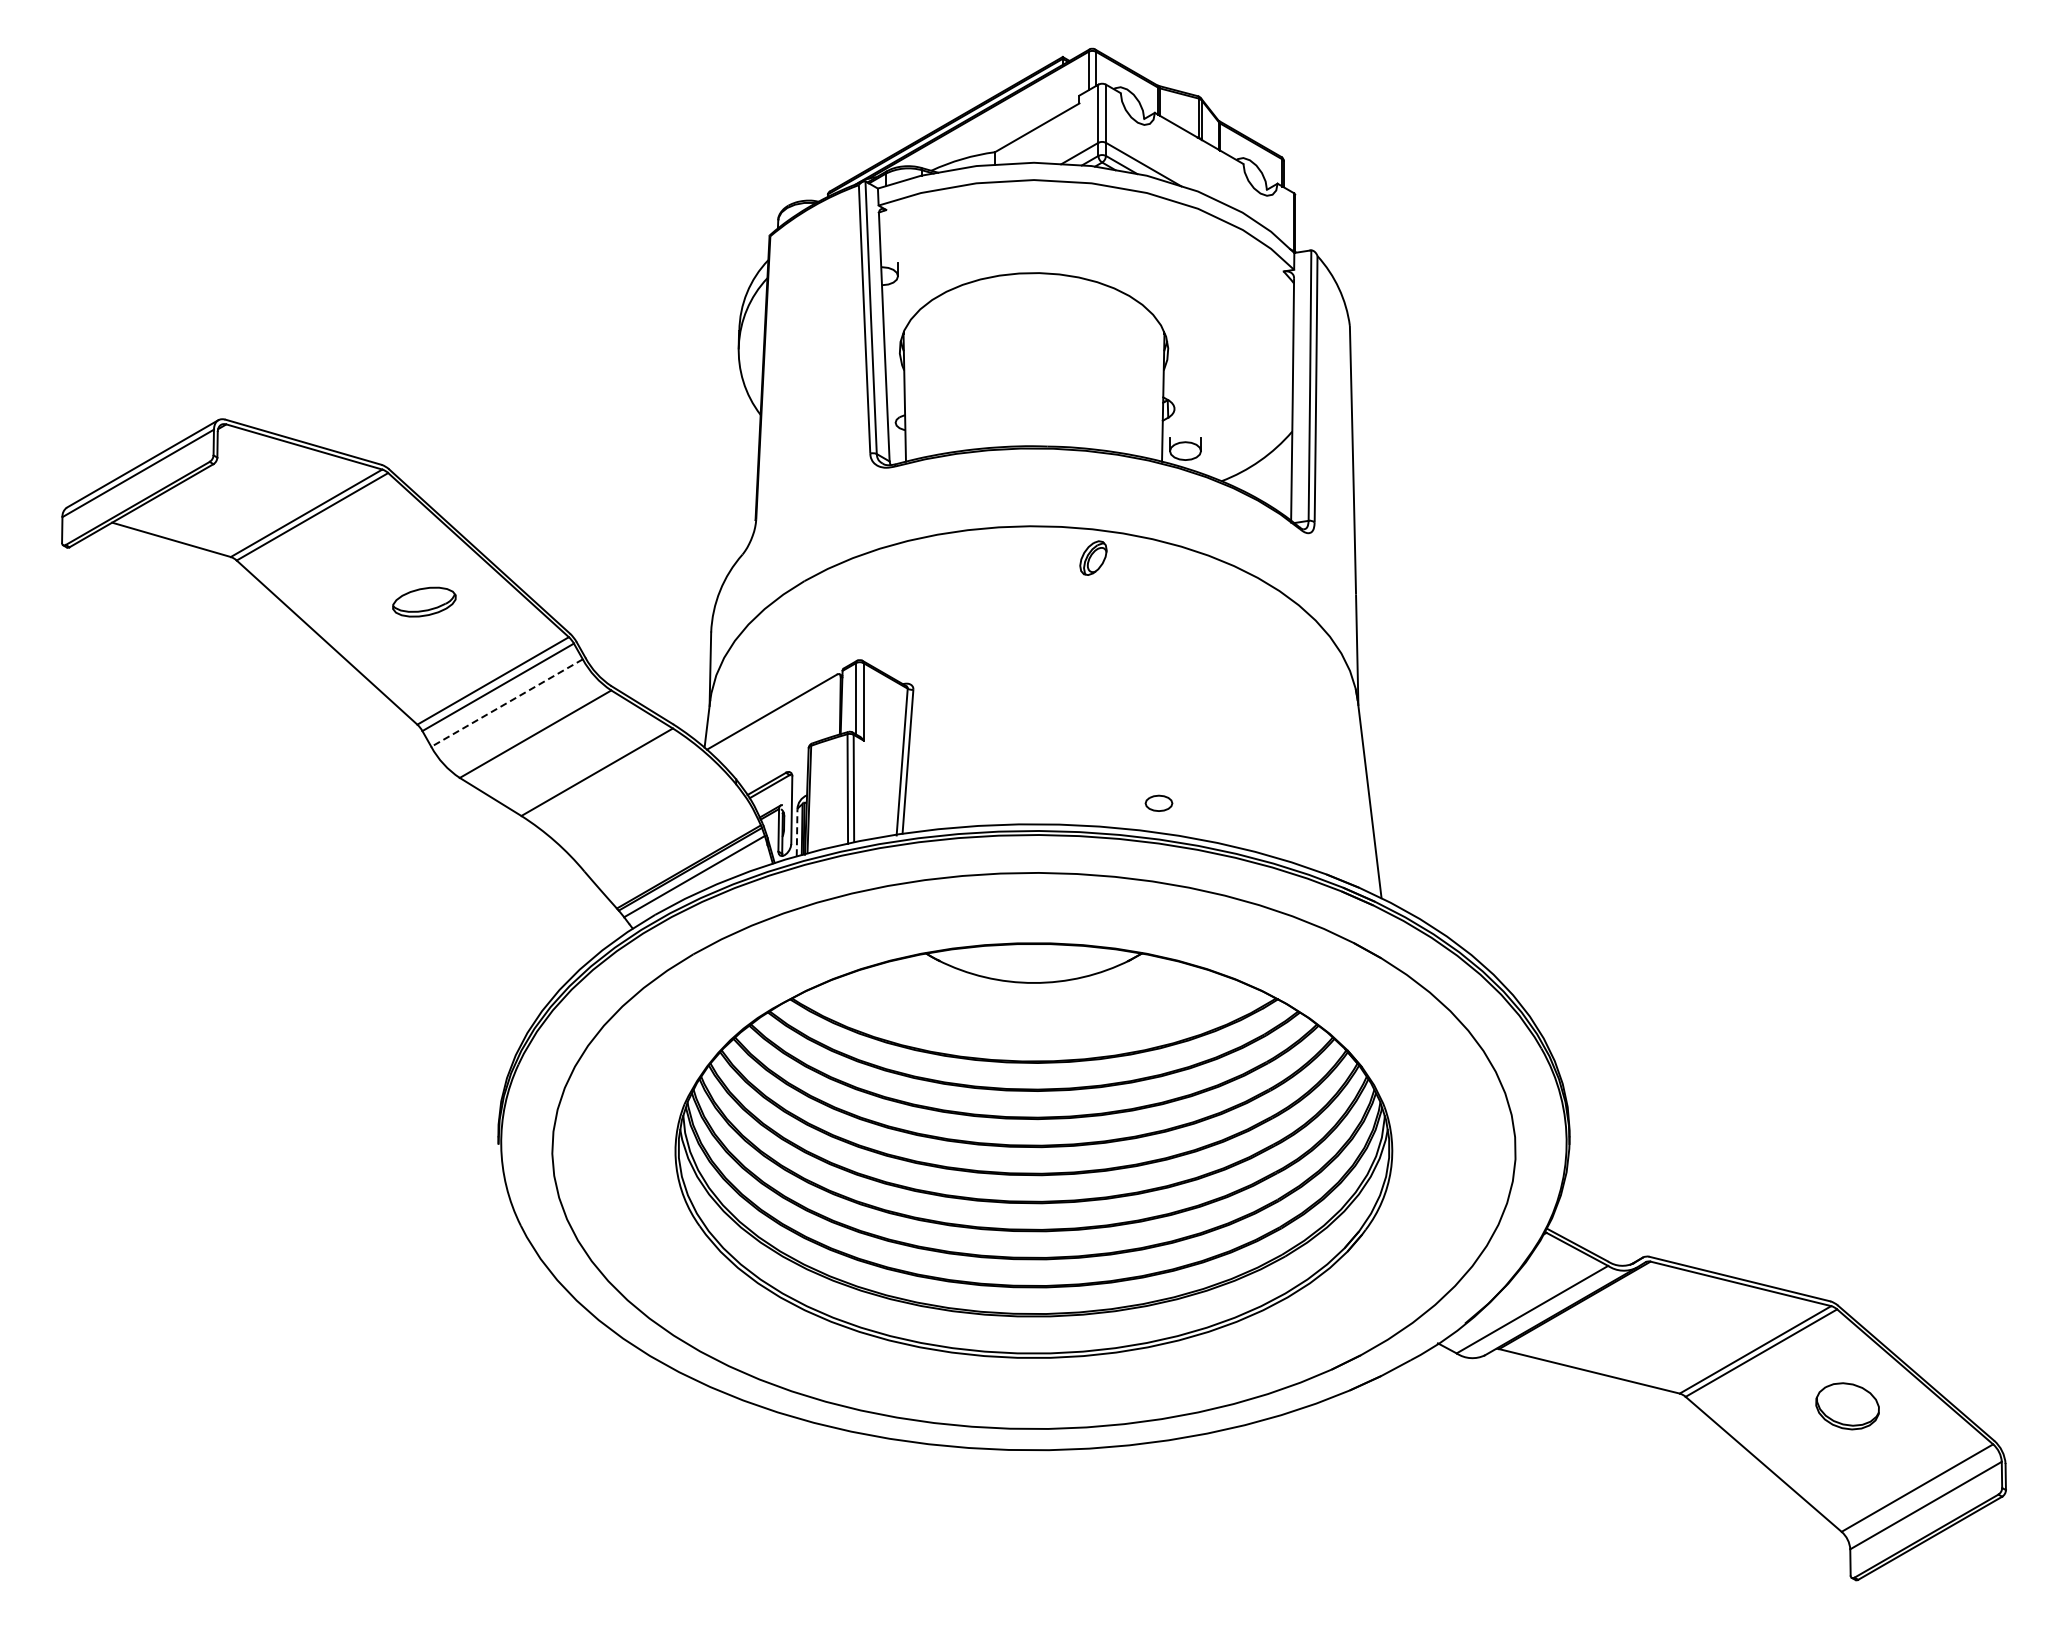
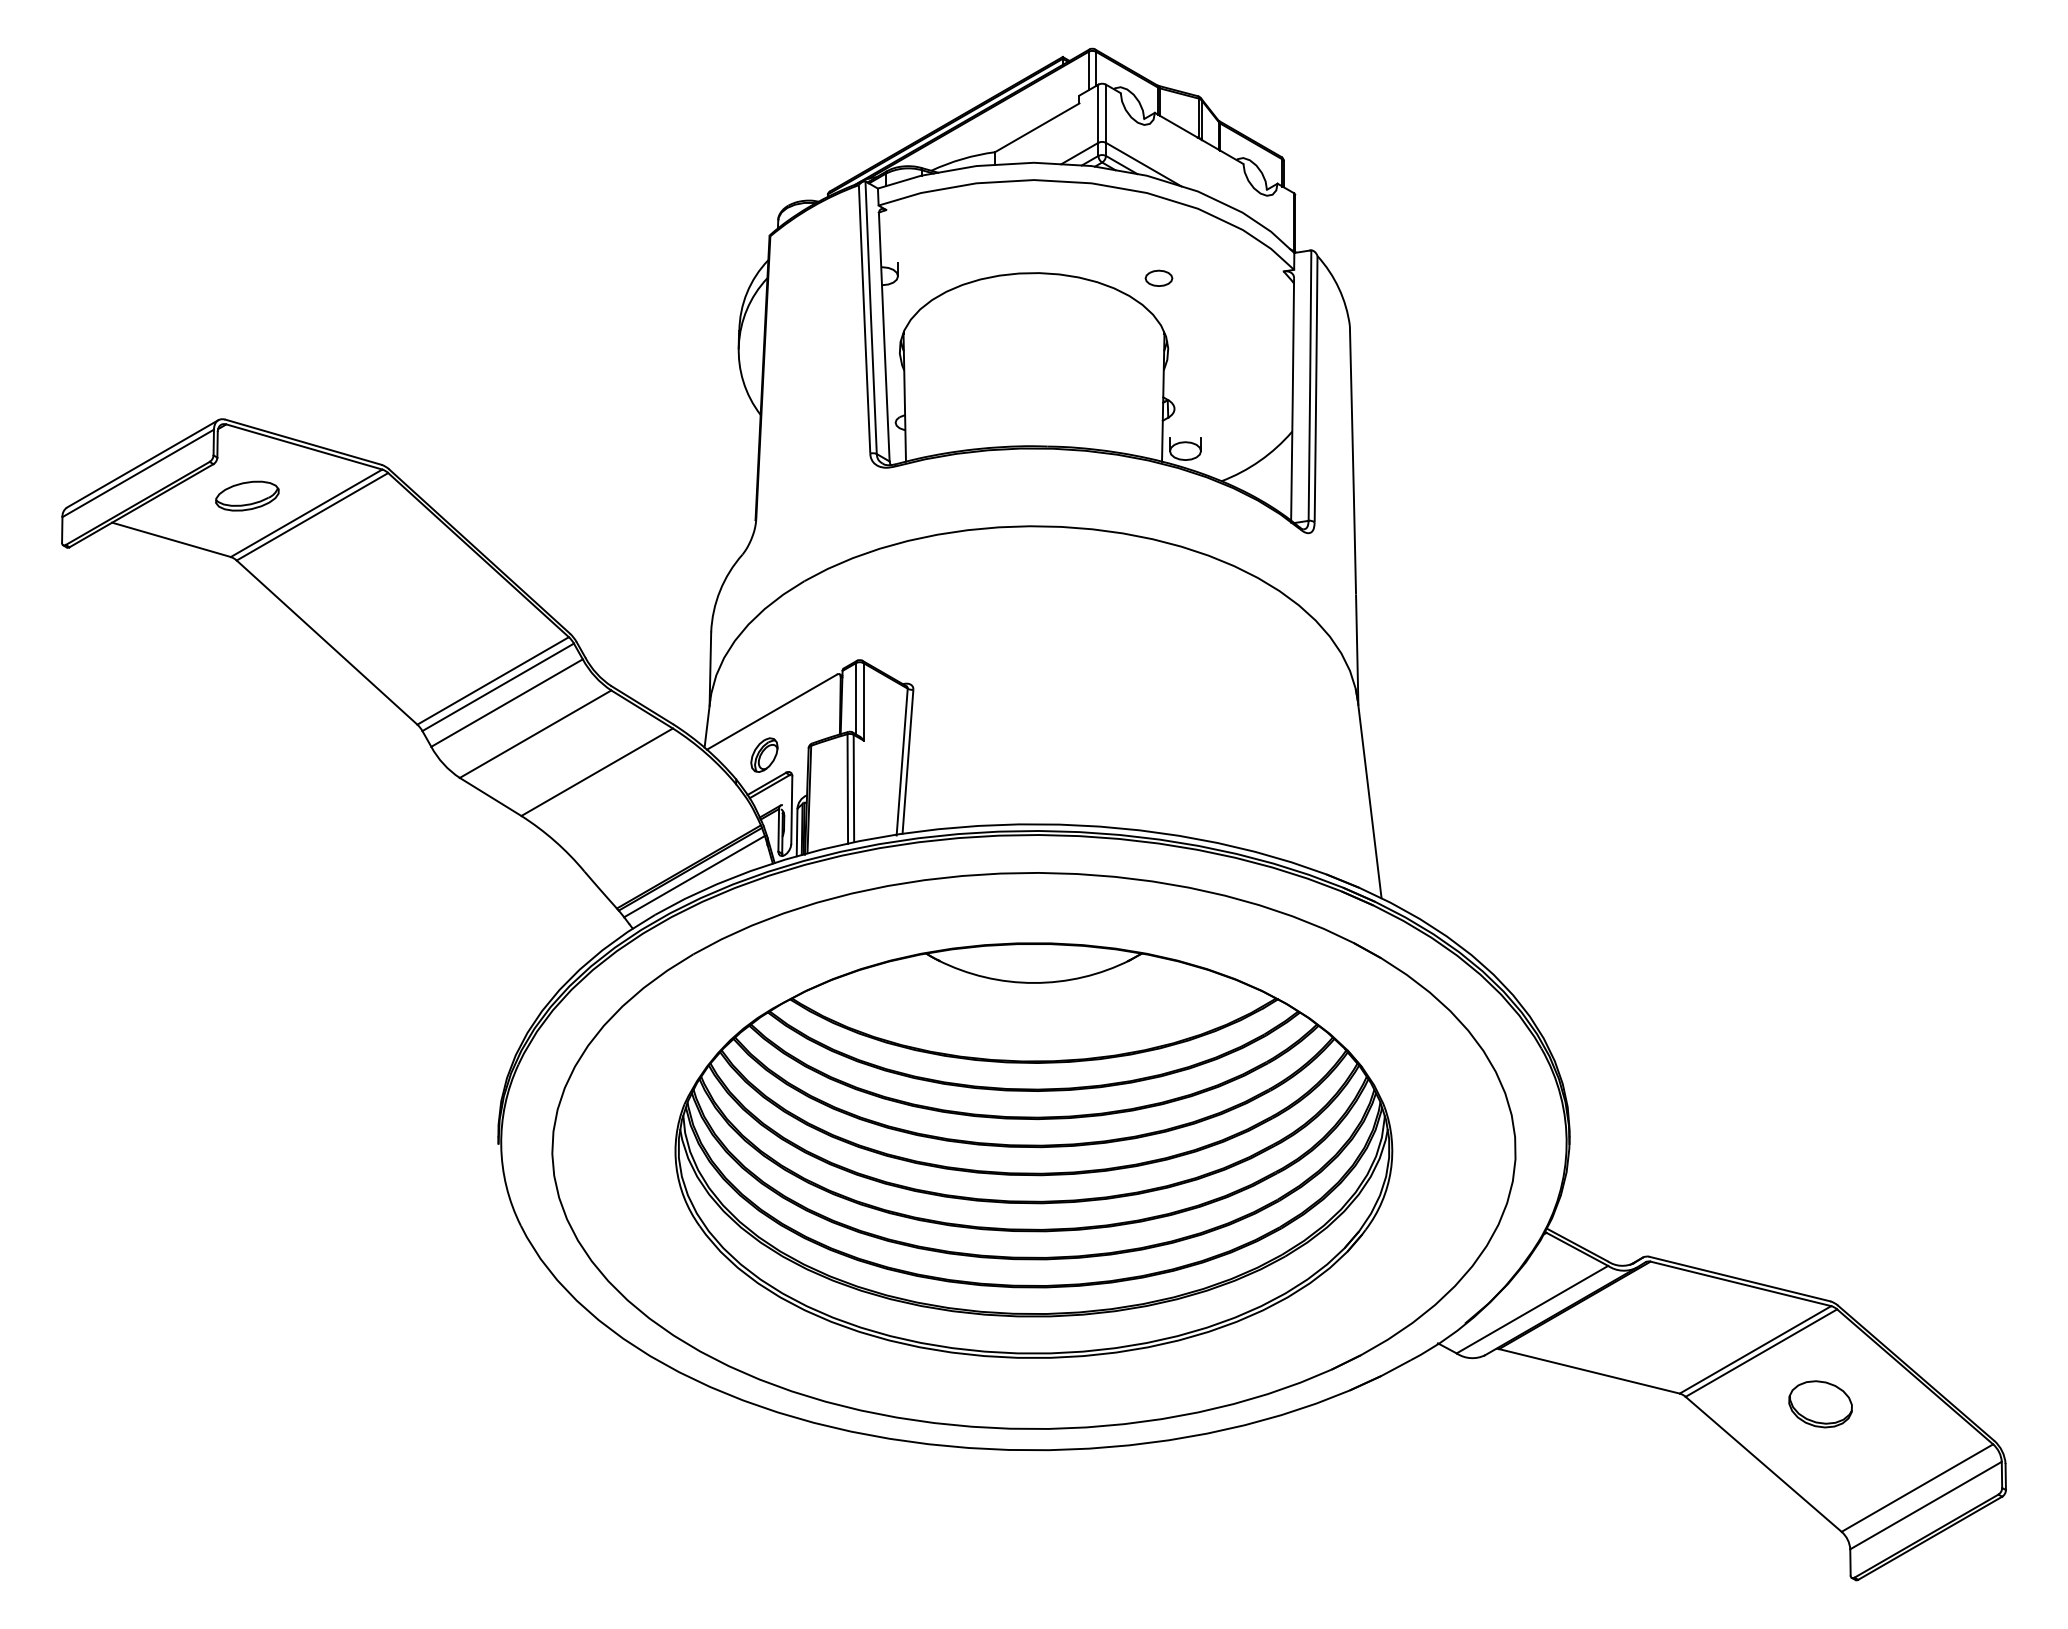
part at (1093, 557) position: (1093, 557) -> (764, 754)
part at (424, 601) position: (424, 601) -> (247, 495)
line at (506, 703): dashed -> solid
part at (1158, 802) position: (1158, 802) -> (1158, 277)
line at (797, 832): dashed -> solid
part at (1847, 1406) position: (1847, 1406) -> (1820, 1404)
